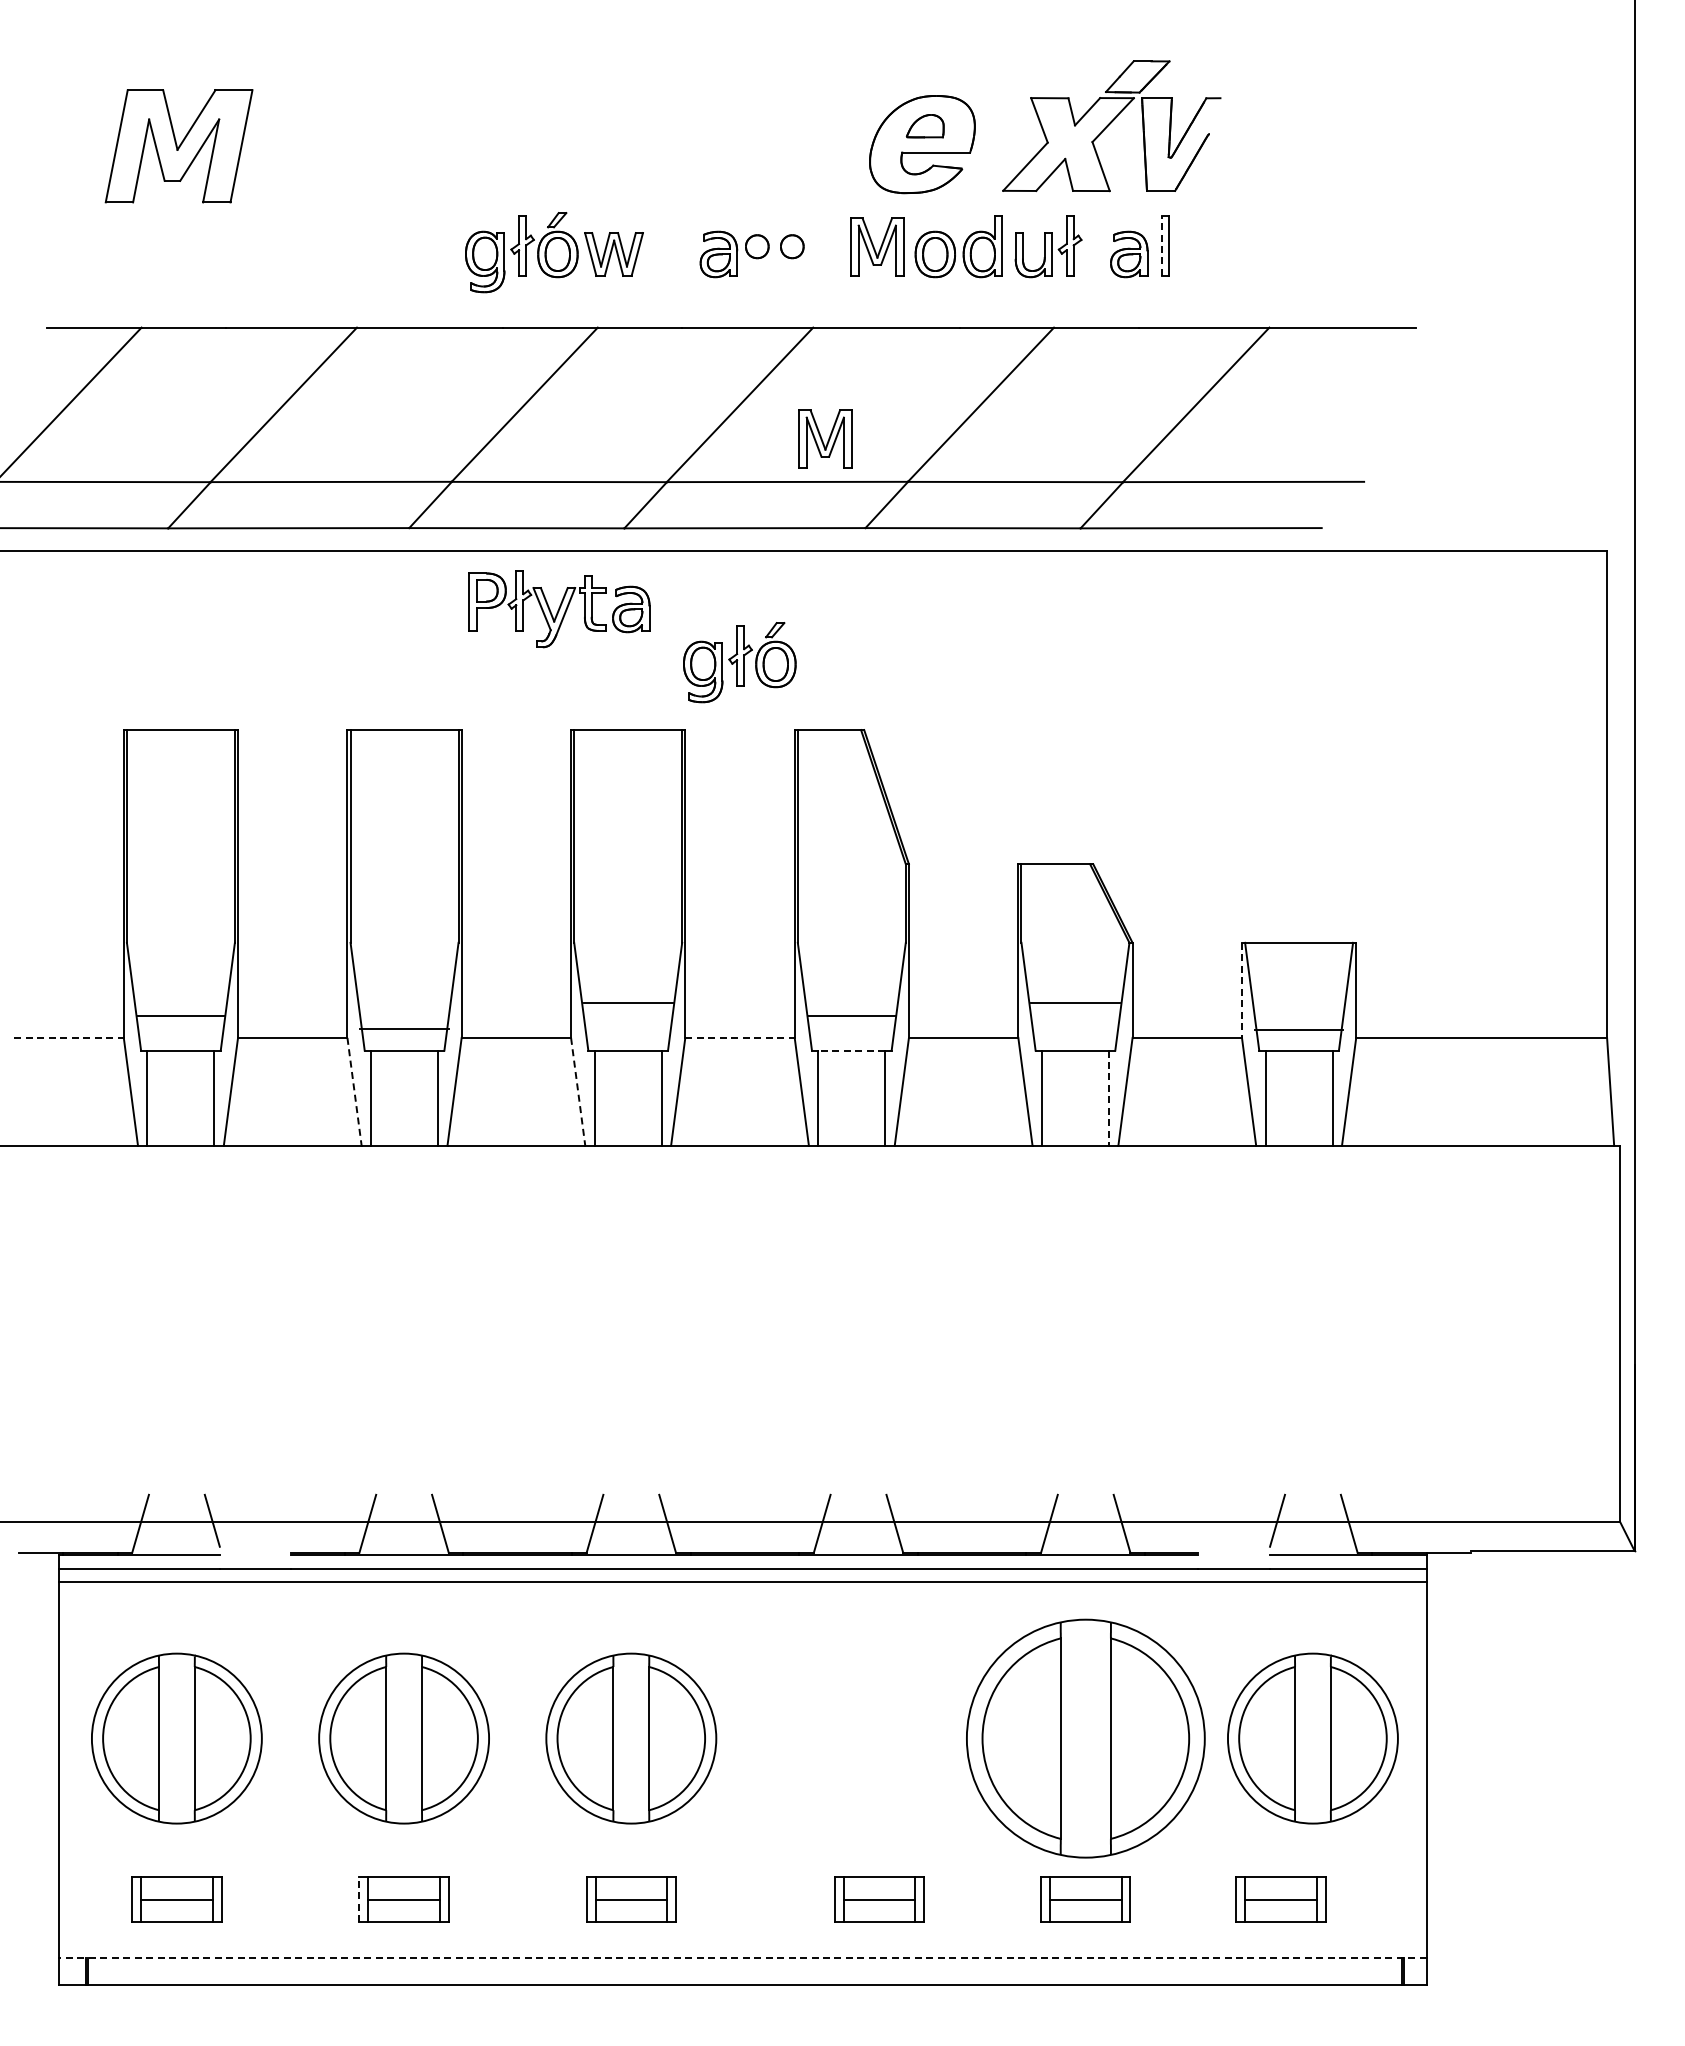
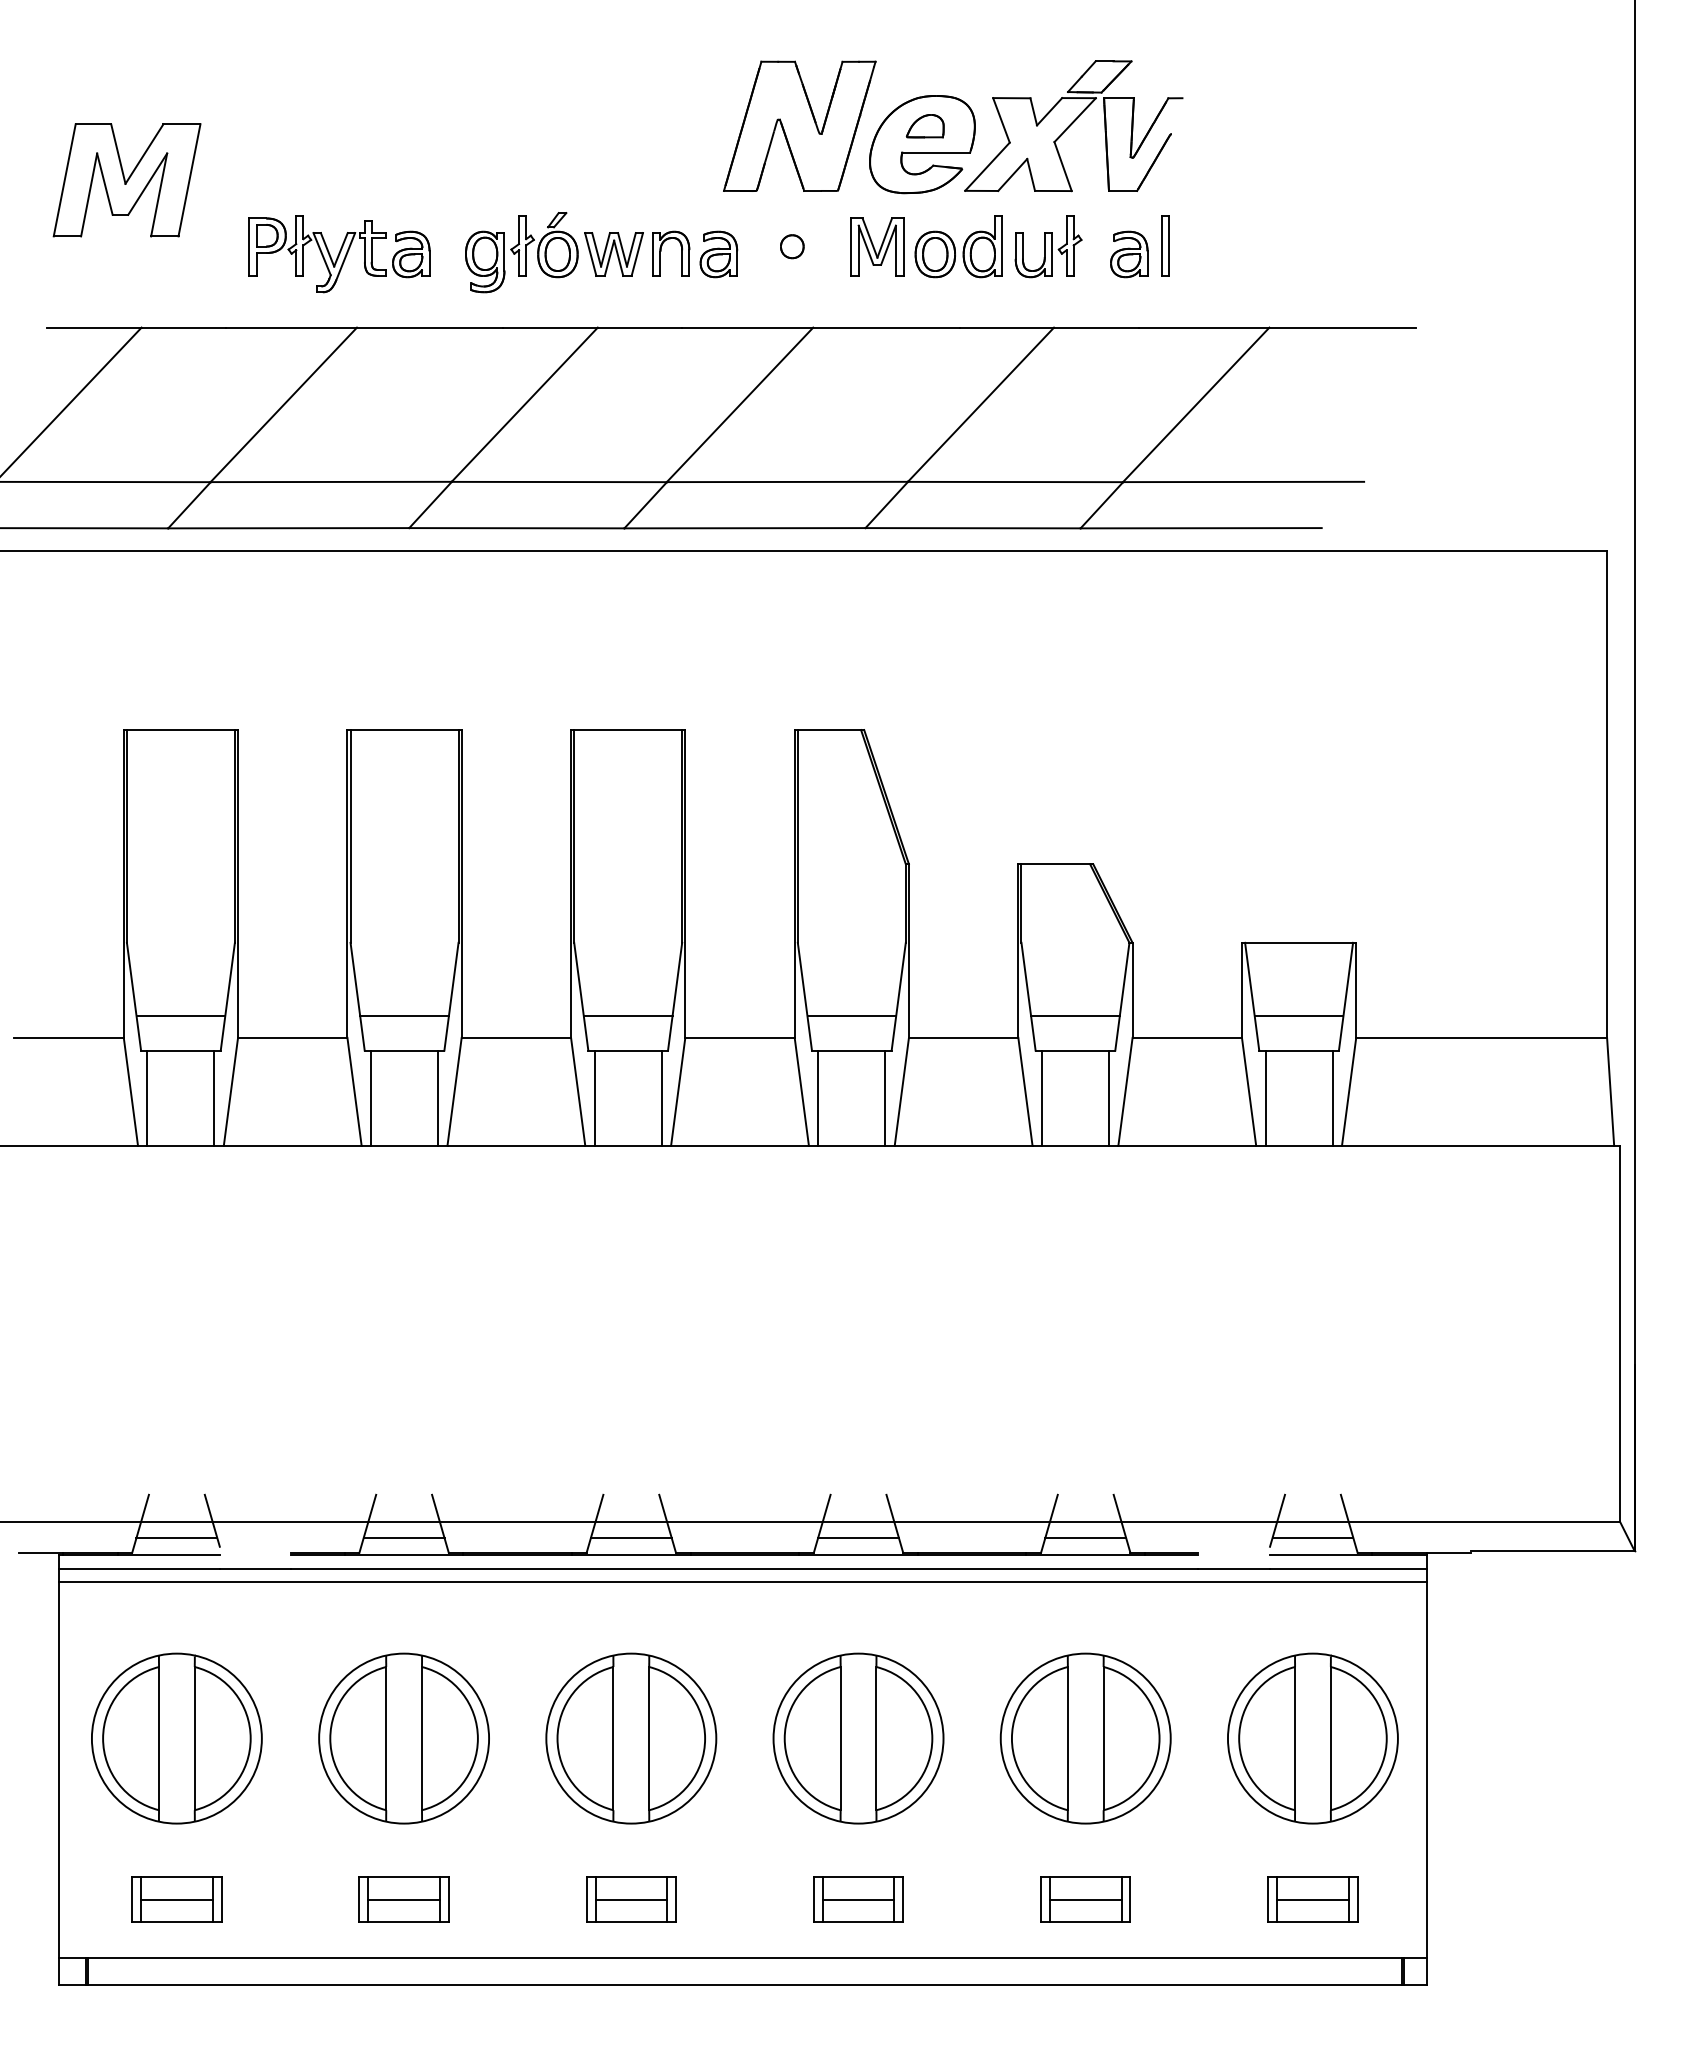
part at (799, 125): none -> present
part at (1111, 126) position: (1111, 126) -> (1073, 126)
part at (178, 146) position: (178, 146) -> (126, 180)
part at (757, 246): present -> none
line at (1161, 246): dashed -> solid
part at (681, 253): none -> present
part at (825, 438): present -> none
part at (559, 609) position: (559, 609) -> (339, 254)
part at (739, 662): present -> none
line at (1241, 990): dashed -> solid
line at (627, 1003) position: (627, 1003) -> (627, 1016)
line at (1075, 1003) position: (1075, 1003) -> (1075, 1016)
line at (404, 1029) position: (404, 1029) -> (404, 1016)
line at (1298, 1030) position: (1298, 1030) -> (1298, 1016)
line at (69, 1037): dashed -> solid
line at (740, 1037): dashed -> solid
line at (851, 1050): dashed -> solid
line at (354, 1092): dashed -> solid
line at (578, 1092): dashed -> solid
line at (1109, 1098): dashed -> solid
line at (176, 1538): none -> present
line at (403, 1538): none -> present
line at (630, 1538): none -> present
line at (858, 1538): none -> present
line at (1085, 1538): none -> present
line at (1312, 1538): none -> present
part at (858, 1738): none -> present
part at (1085, 1738) size: 240x241 px -> 173x173 px
line at (359, 1899): dashed -> solid
part at (879, 1899) position: (879, 1899) -> (858, 1899)
part at (1280, 1899) position: (1280, 1899) -> (1312, 1899)
line at (742, 1957): dashed -> solid
